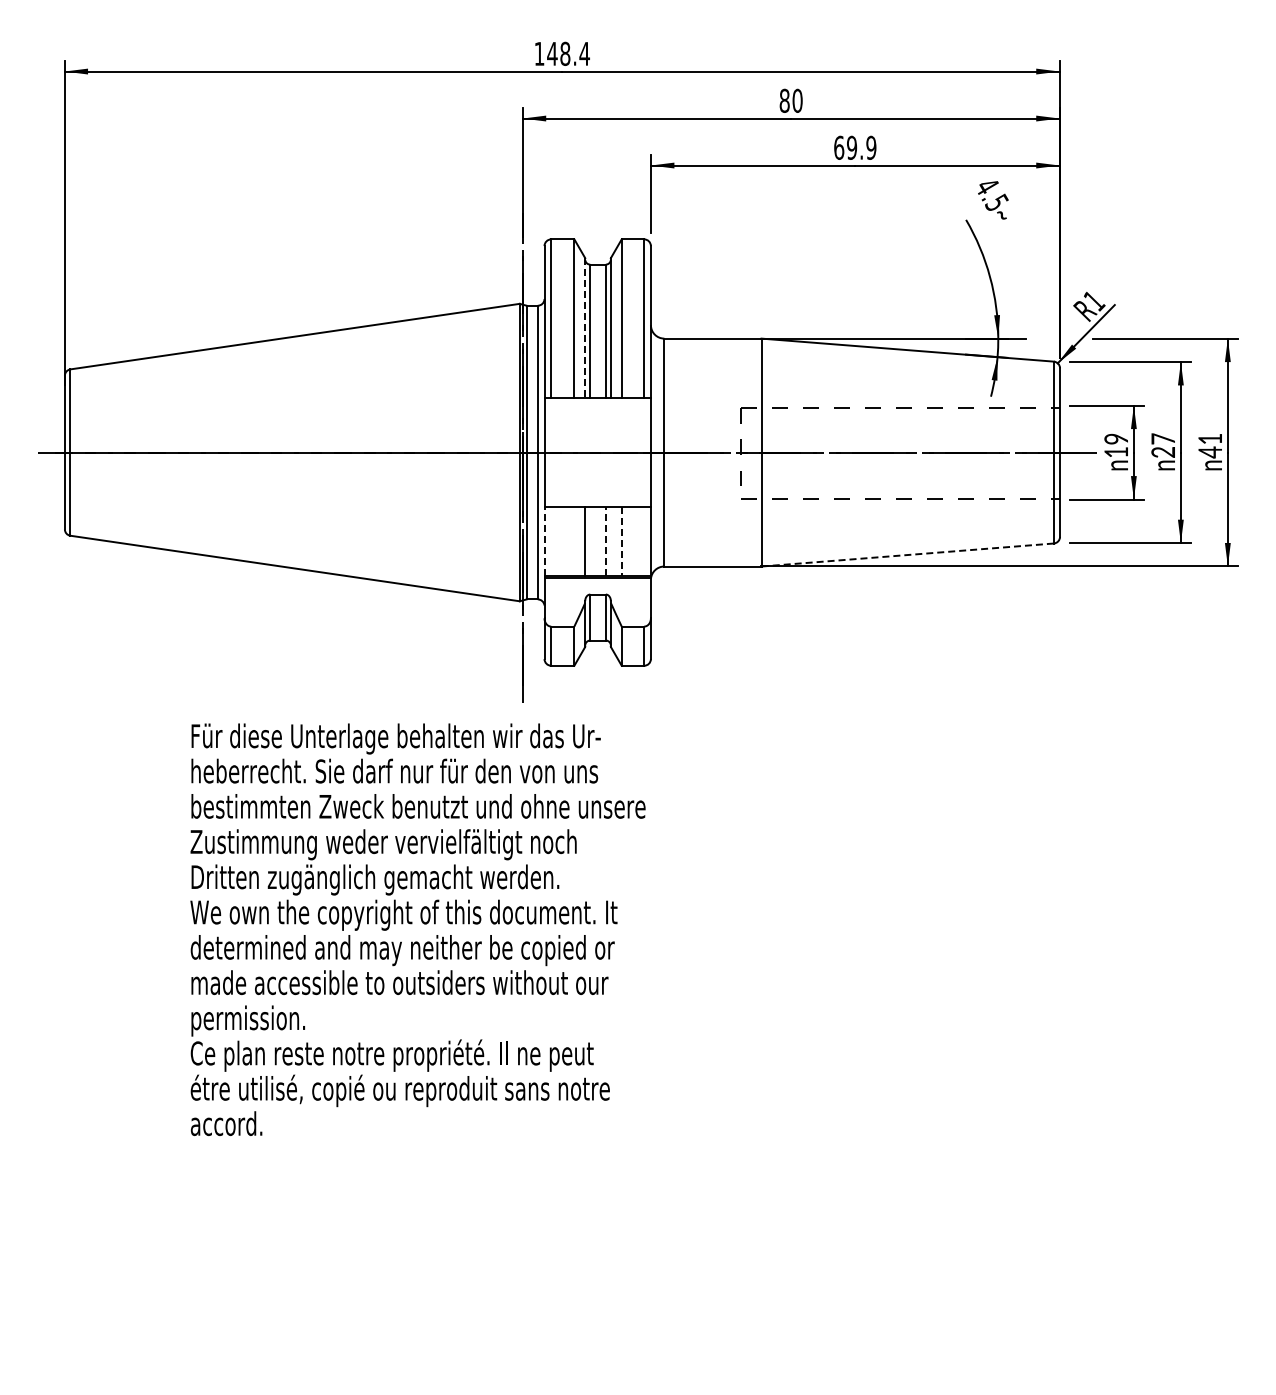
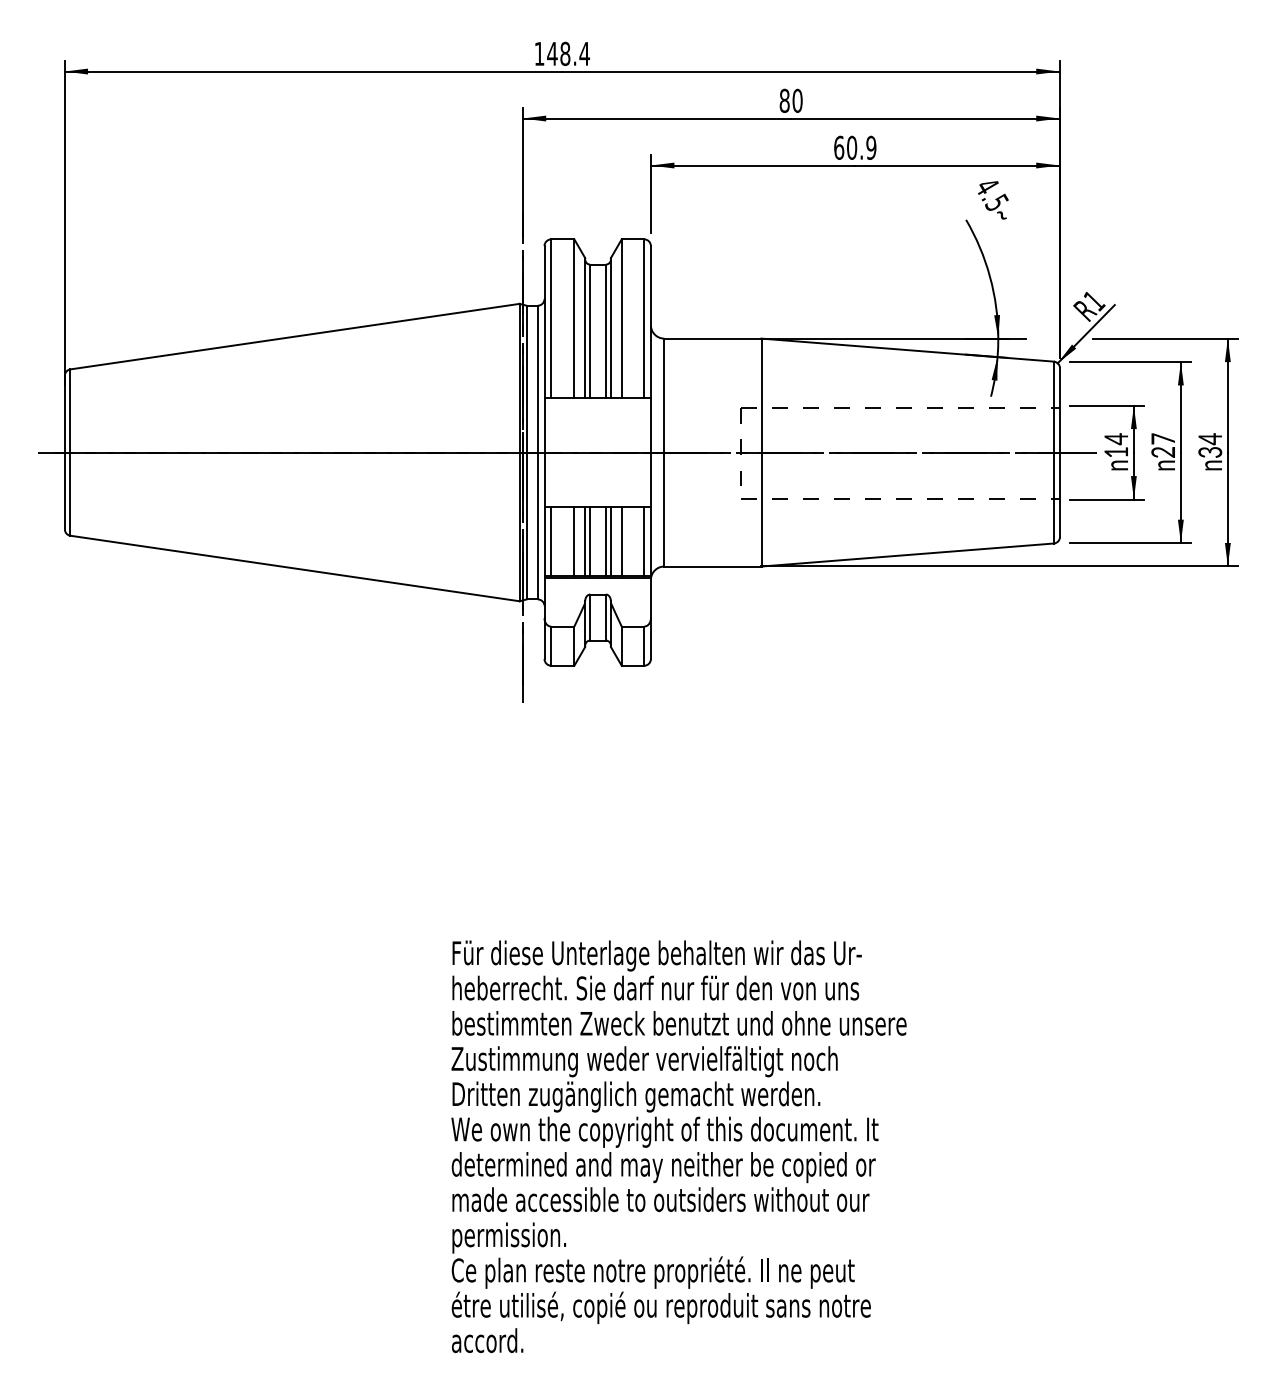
text at (852, 147): 69.9 -> 60.9
line at (585, 328): dashed -> solid
text at (1115, 439): 19 -> 14
text at (1210, 445): 41 -> 34
line at (544, 540): dashed -> solid
line at (551, 540): none -> present
line at (574, 540): none -> present
line at (590, 540): none -> present
line at (605, 540): dashed -> solid
line at (610, 540): none -> present
line at (644, 540): none -> present
line at (621, 541): dashed -> solid
line at (907, 555): dashed -> solid
text at (417, 929) position: (417, 929) -> (678, 1146)
